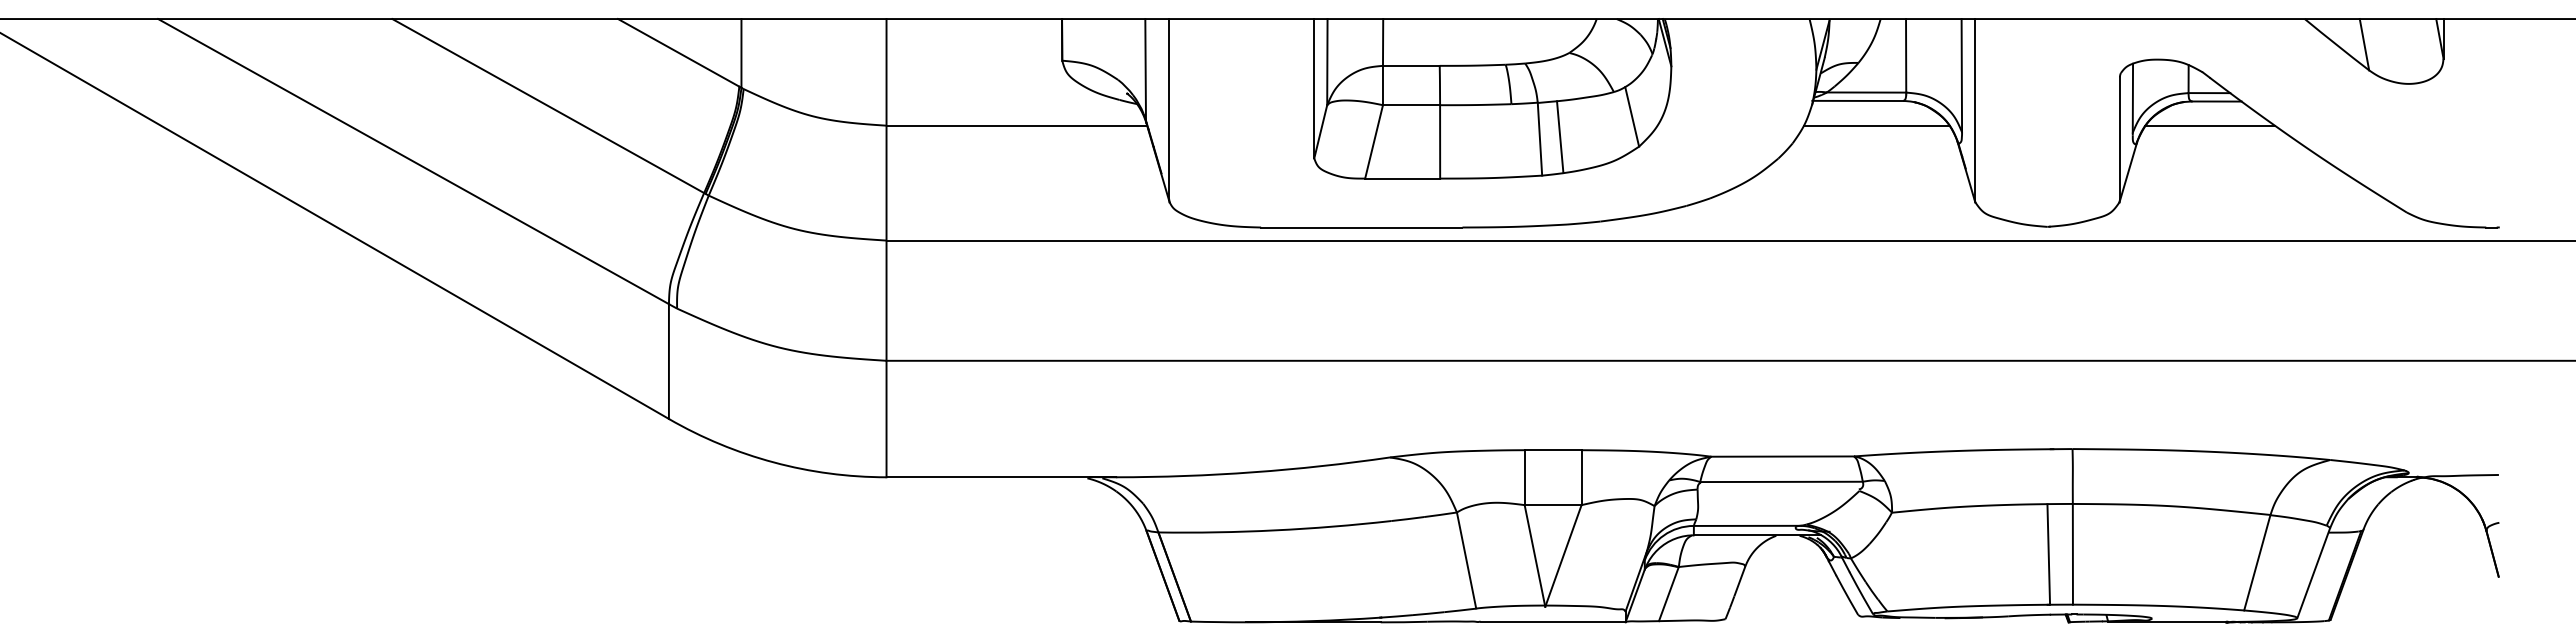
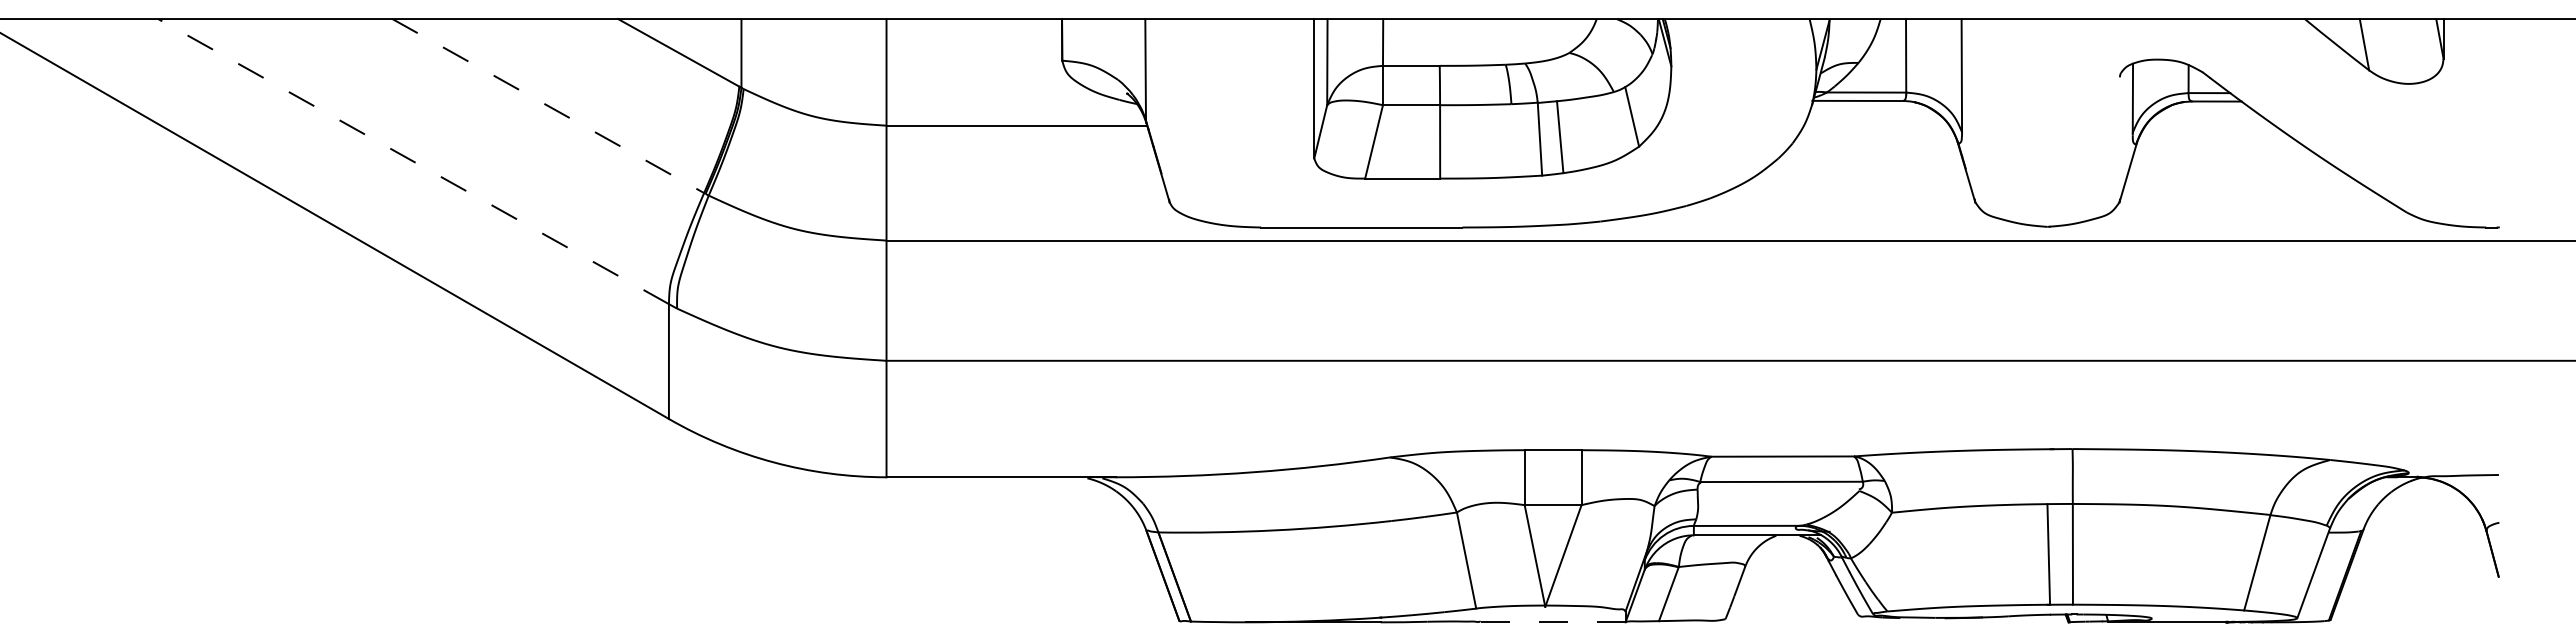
line at (549, 106): solid -> dashed
line at (1169, 109): present -> none
line at (1974, 109): present -> none
line at (1876, 125): present -> none
line at (2209, 125): present -> none
line at (2119, 138): present -> none
line at (413, 161): solid -> dashed
line at (1553, 622): solid -> dashed
